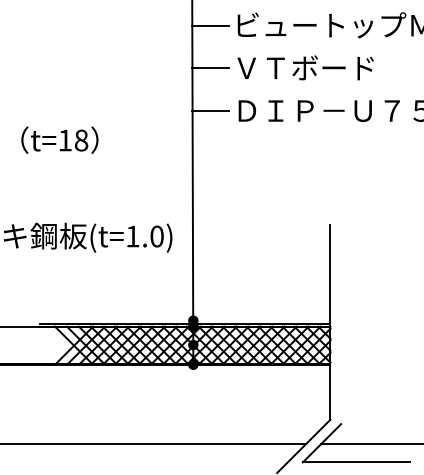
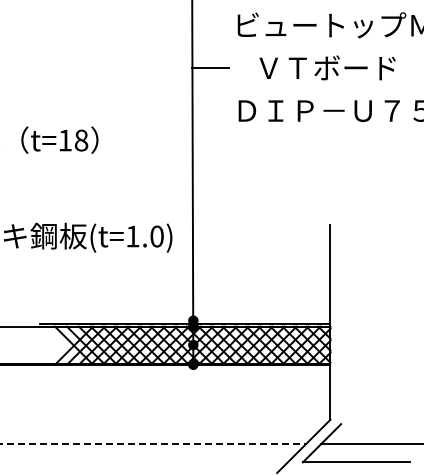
line at (210, 25): present -> none
text at (305, 67) position: (305, 67) -> (327, 67)
line at (210, 111): present -> none
line at (153, 443): solid -> dashed
